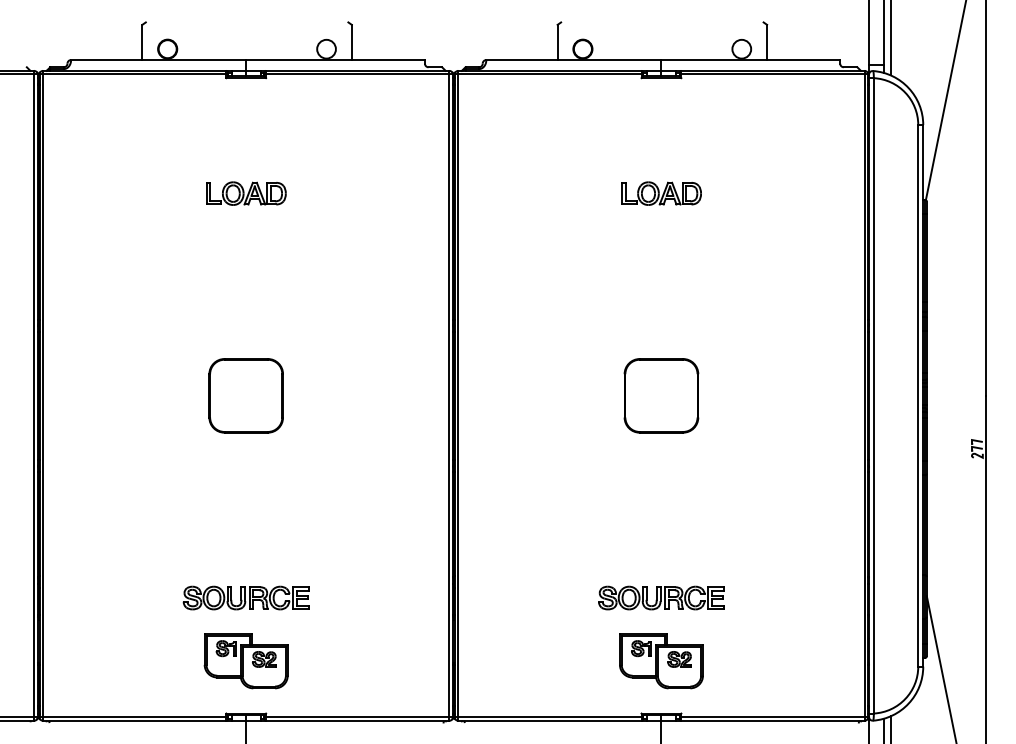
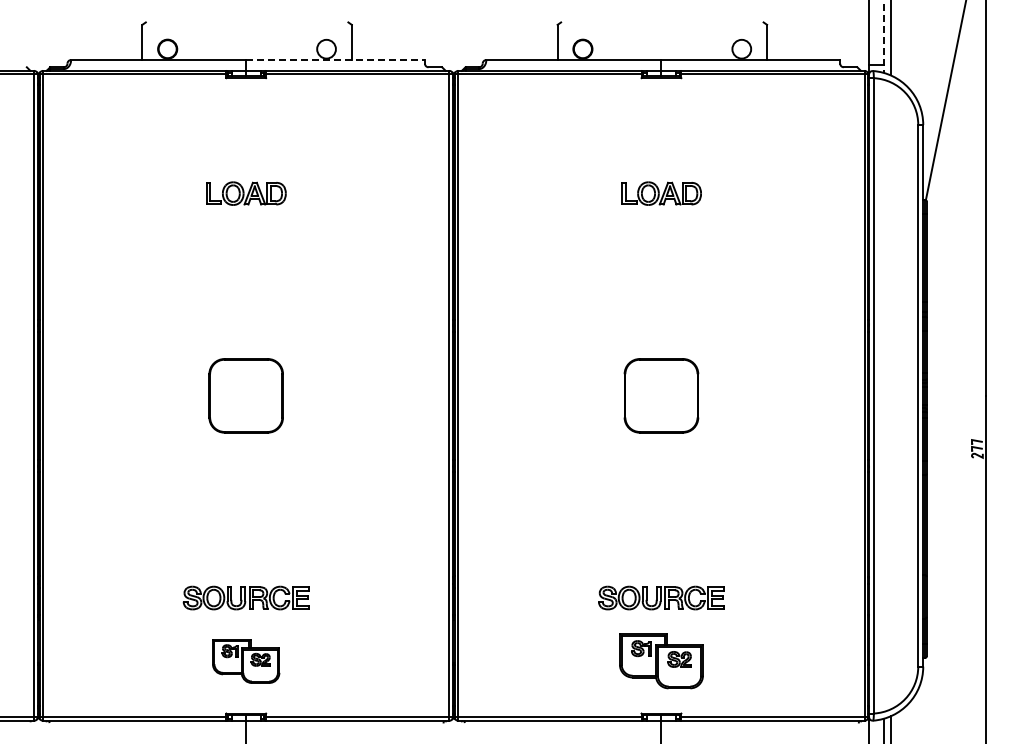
line at (883, 36): solid -> dashed
line at (336, 60): solid -> dashed
part at (245, 661) size: 86x57 px -> 69x45 px
line at (940, 668): present -> none
